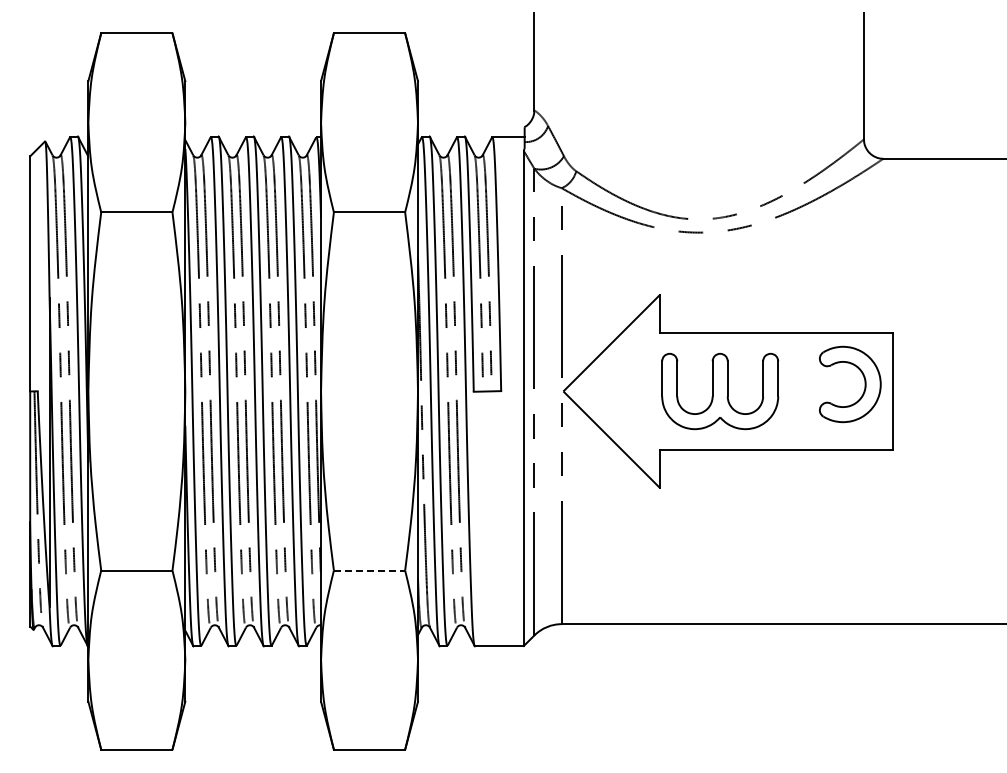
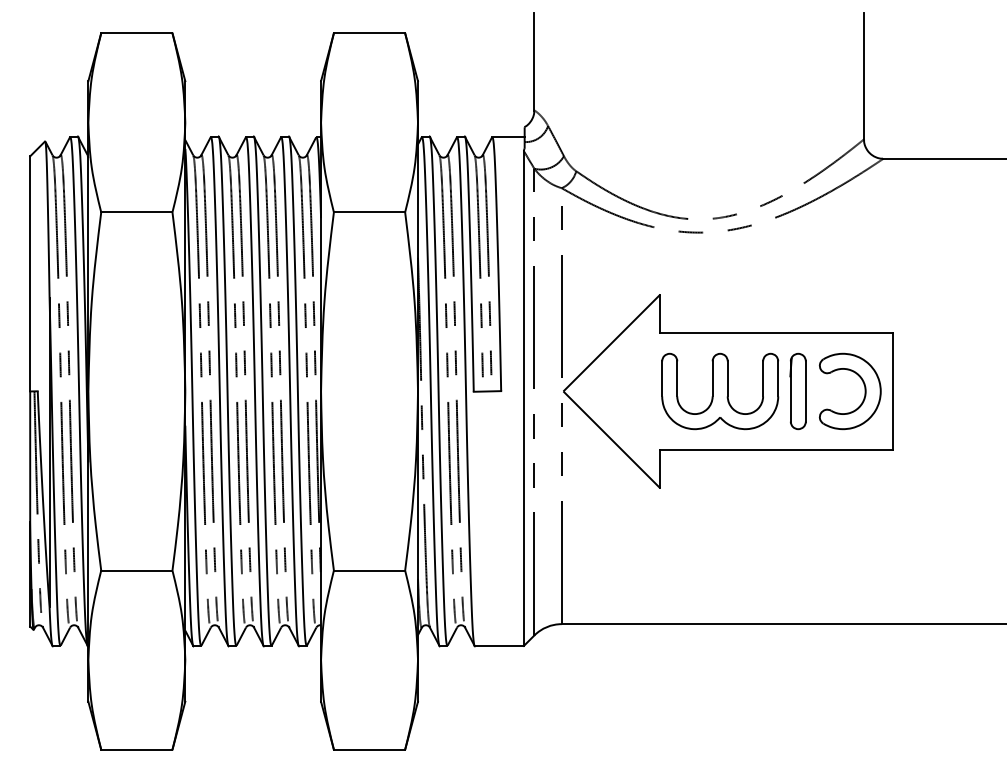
part at (864, 384) position: (864, 384) -> (864, 391)
part at (797, 391): none -> present
line at (369, 570): dashed -> solid
